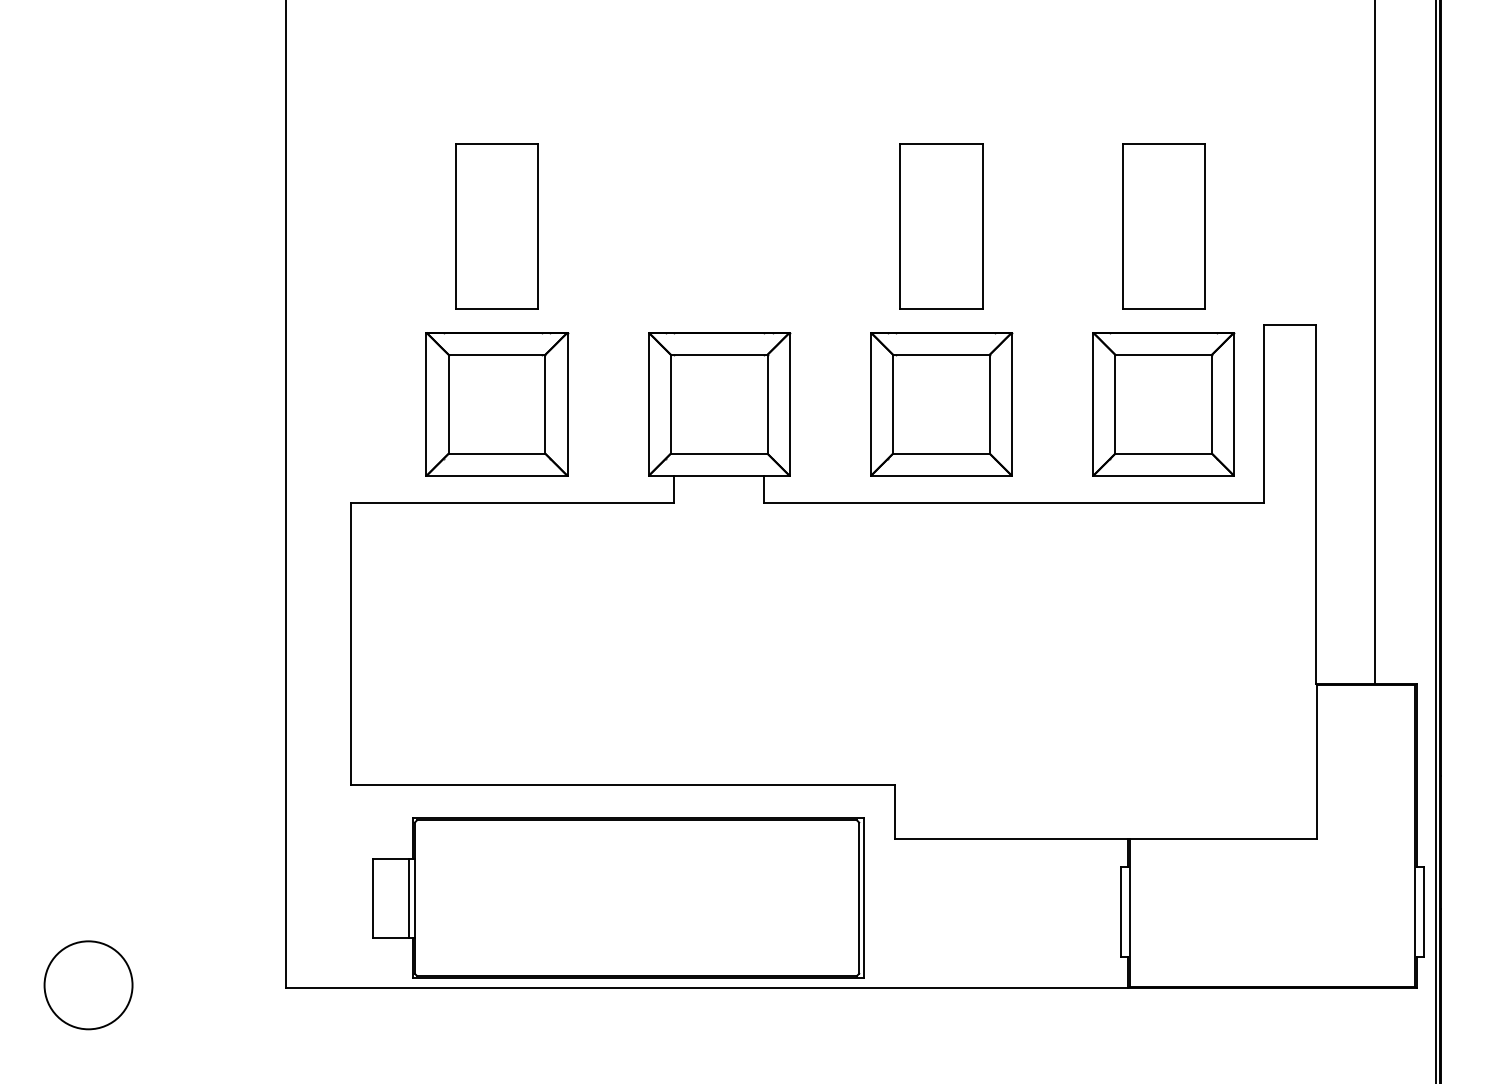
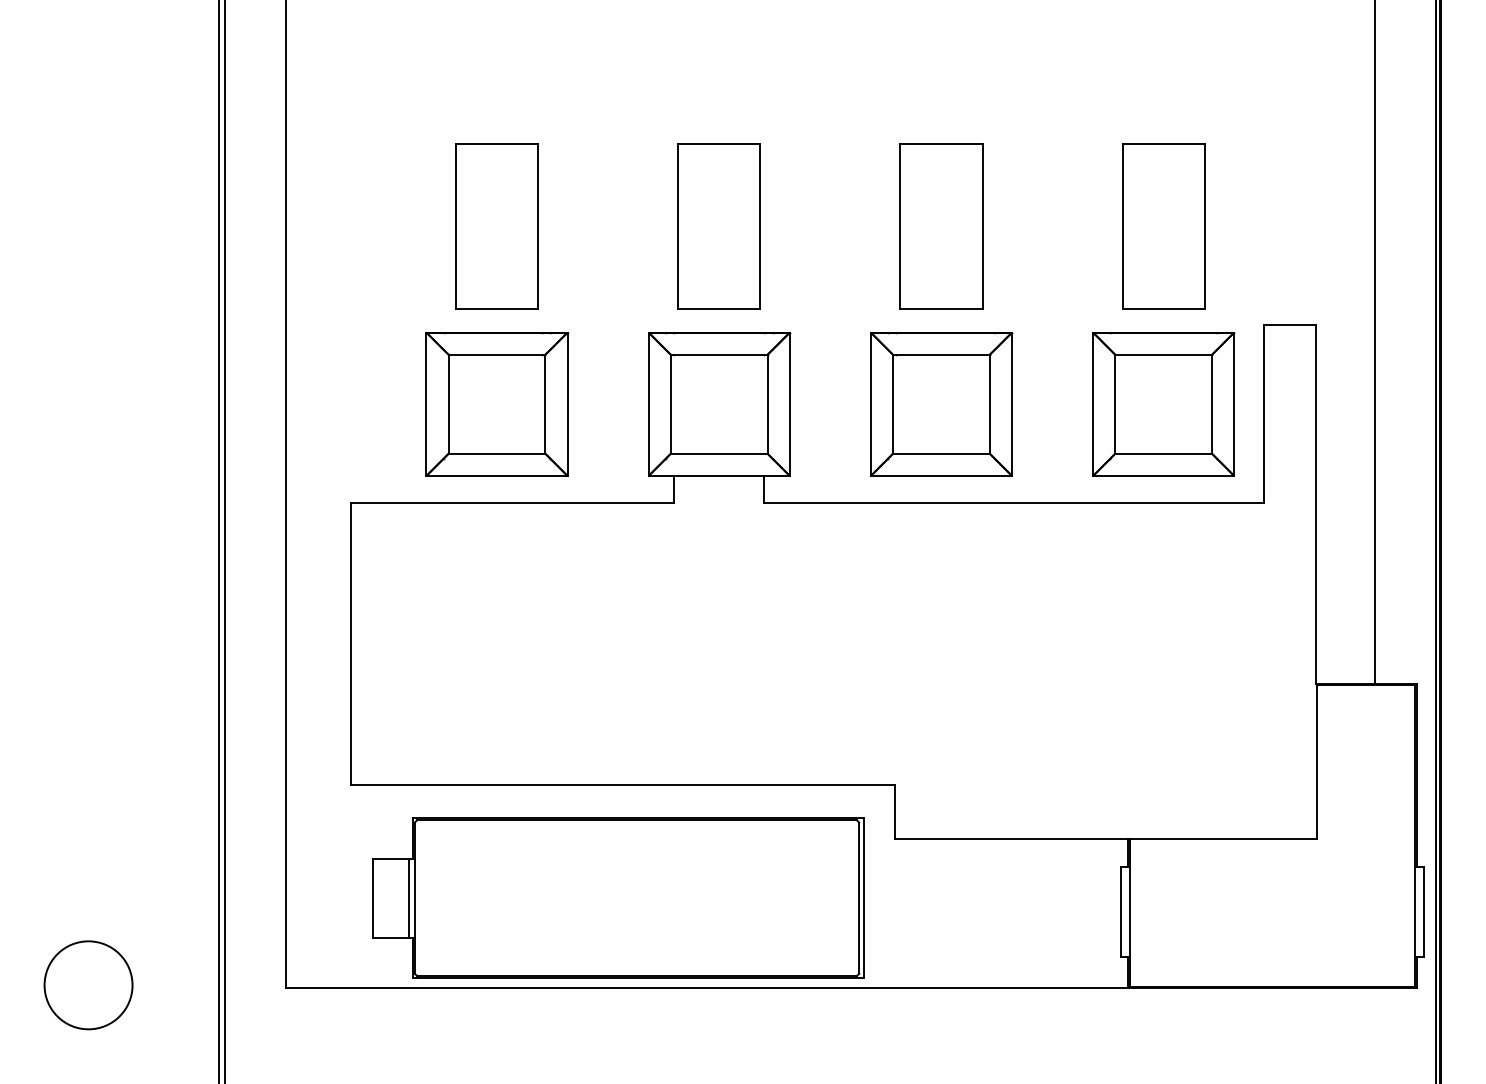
part at (718, 226): none -> present
line at (219, 541): none -> present
line at (224, 541): none -> present
